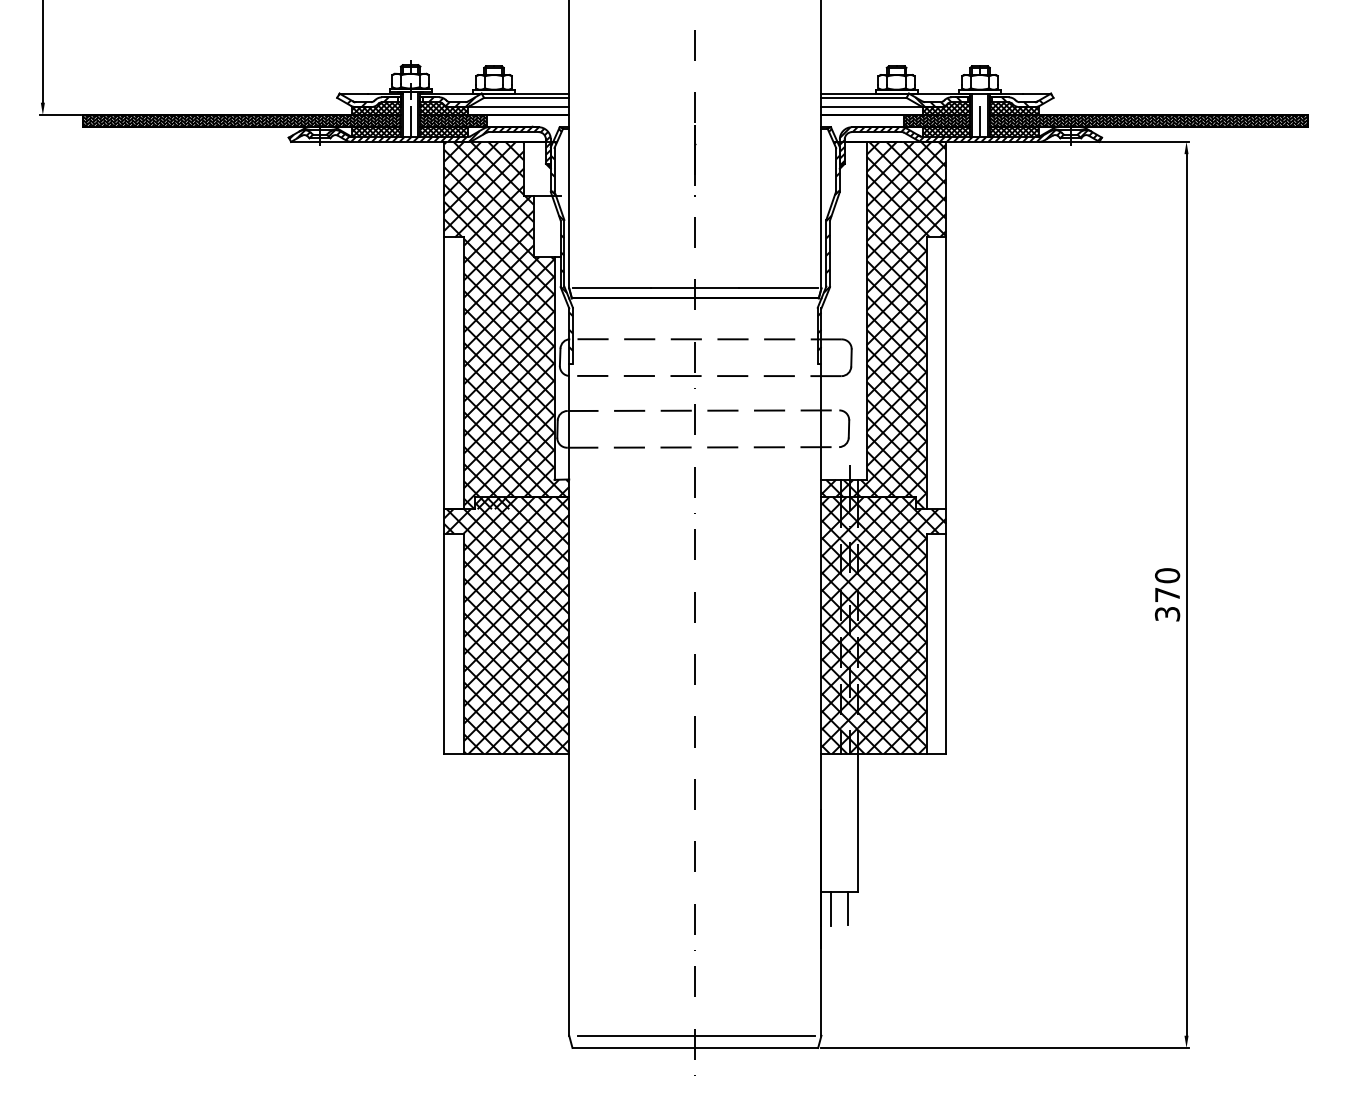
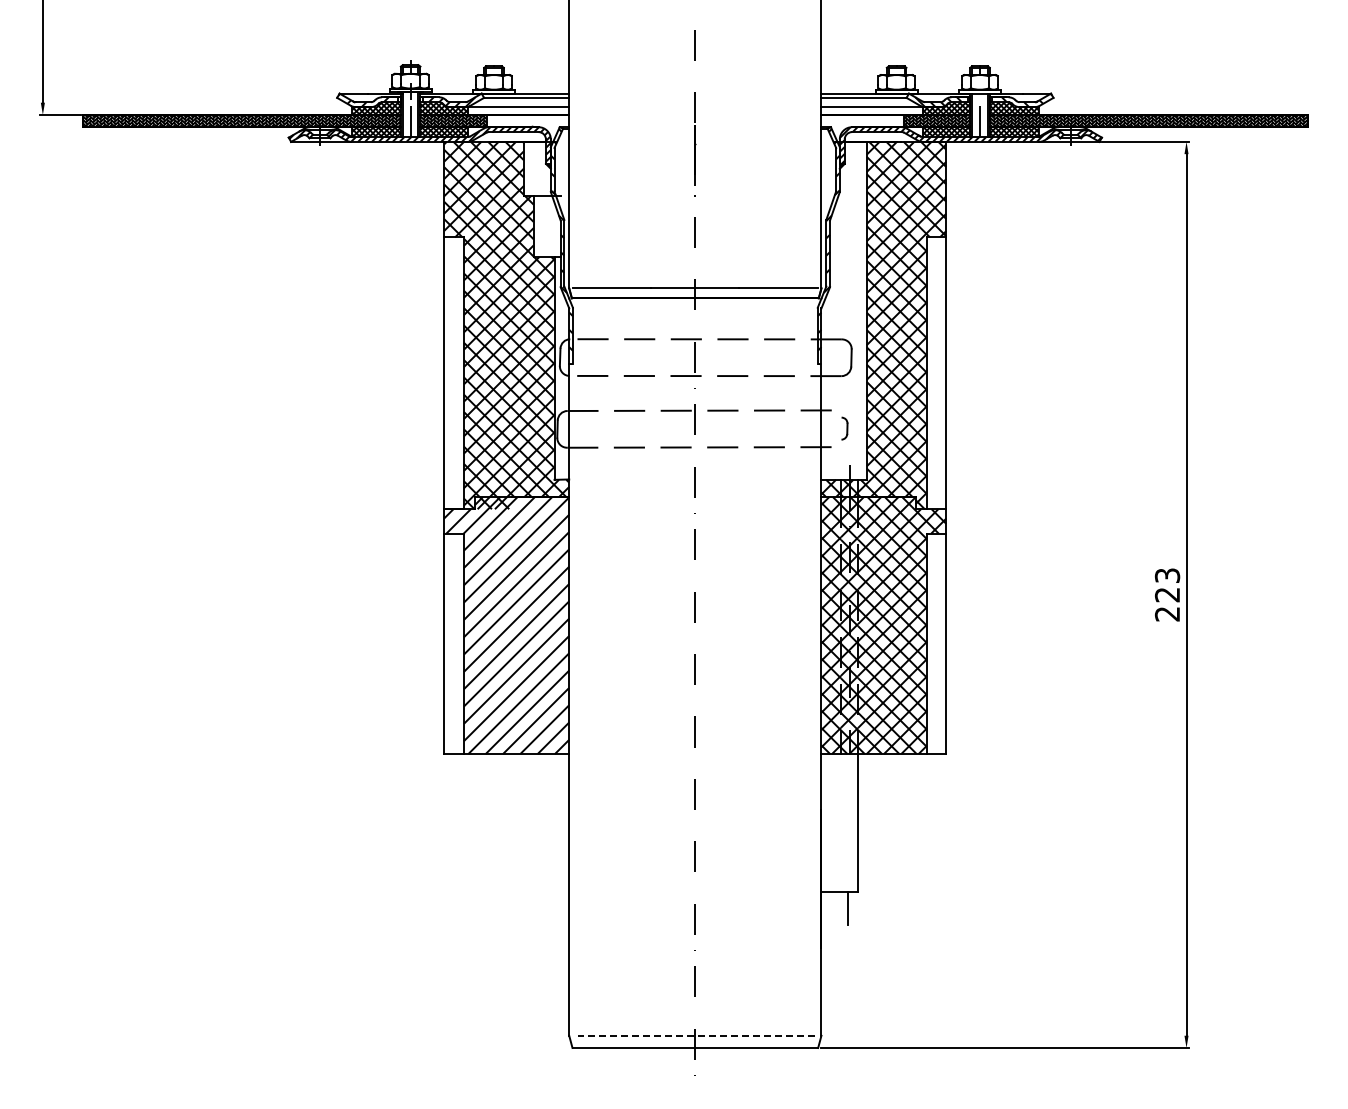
part at (844, 428) size: 12x39 px -> 8x25 px
text at (1167, 594): 370 -> 223
hatch at (506, 625): present -> none
line at (831, 908): present -> none
line at (696, 1035): solid -> dashed
